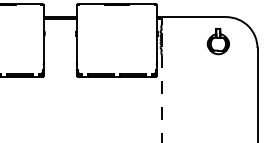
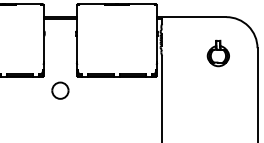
part at (217, 41) position: (217, 41) -> (217, 53)
part at (60, 90): none -> present
line at (162, 99): dashed -> solid
